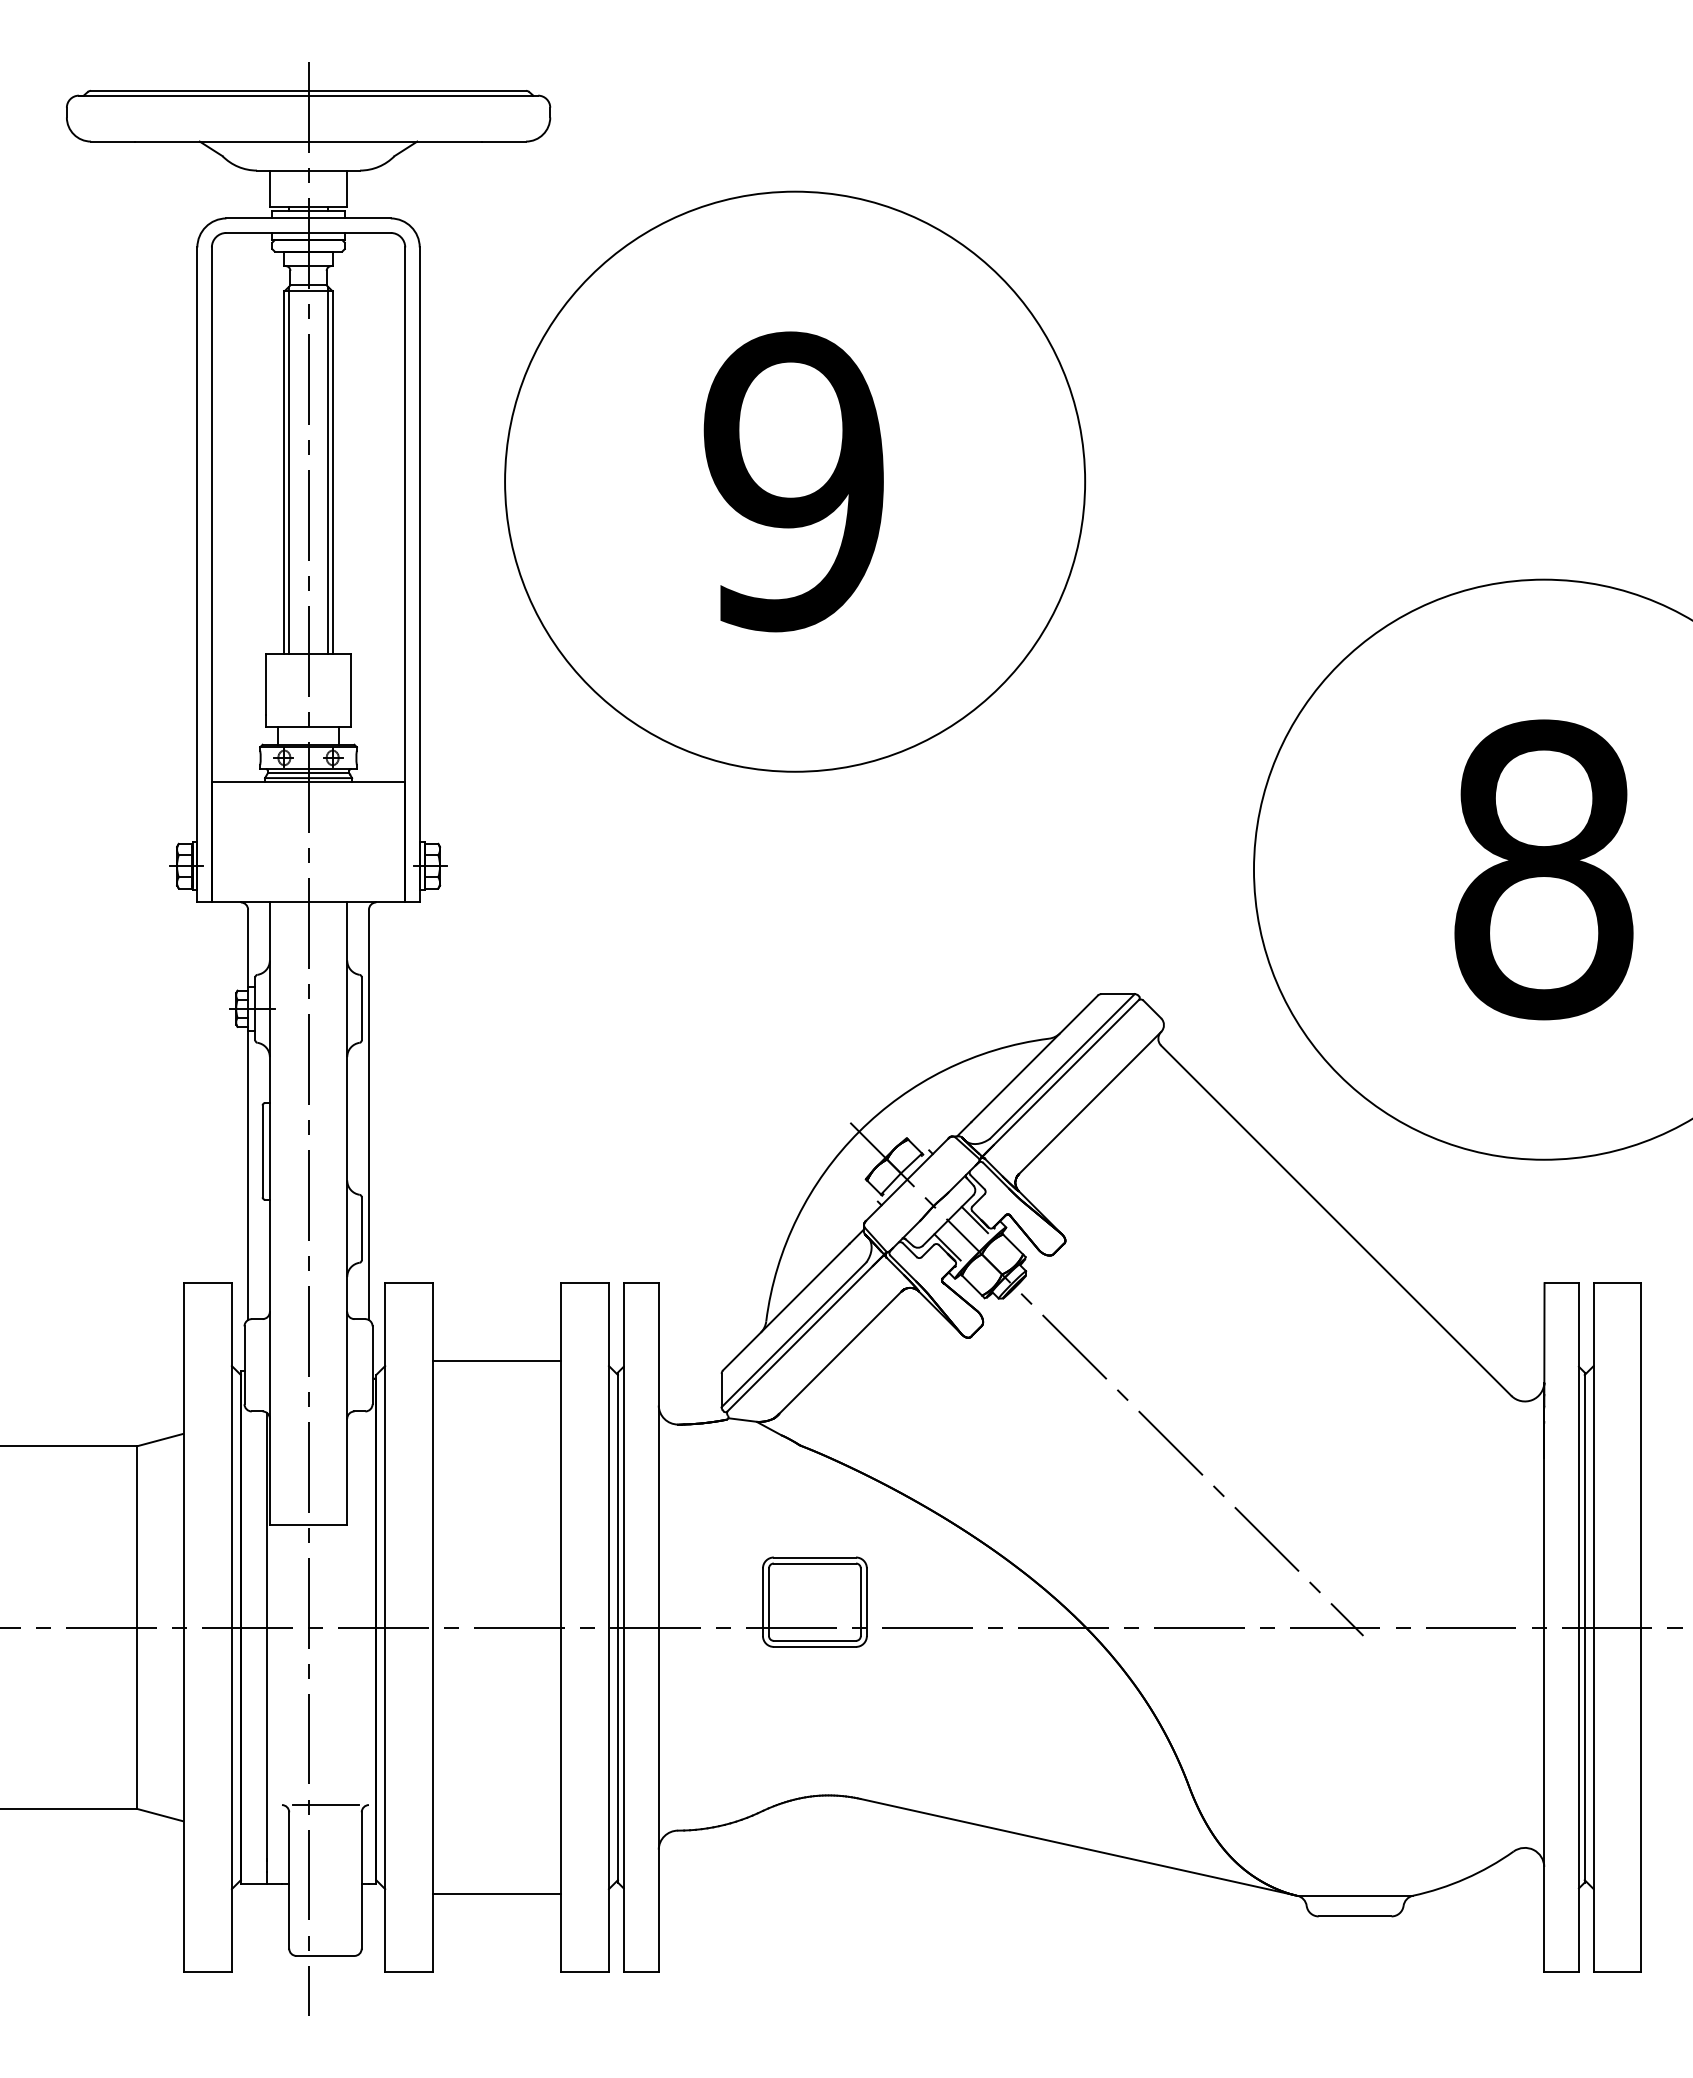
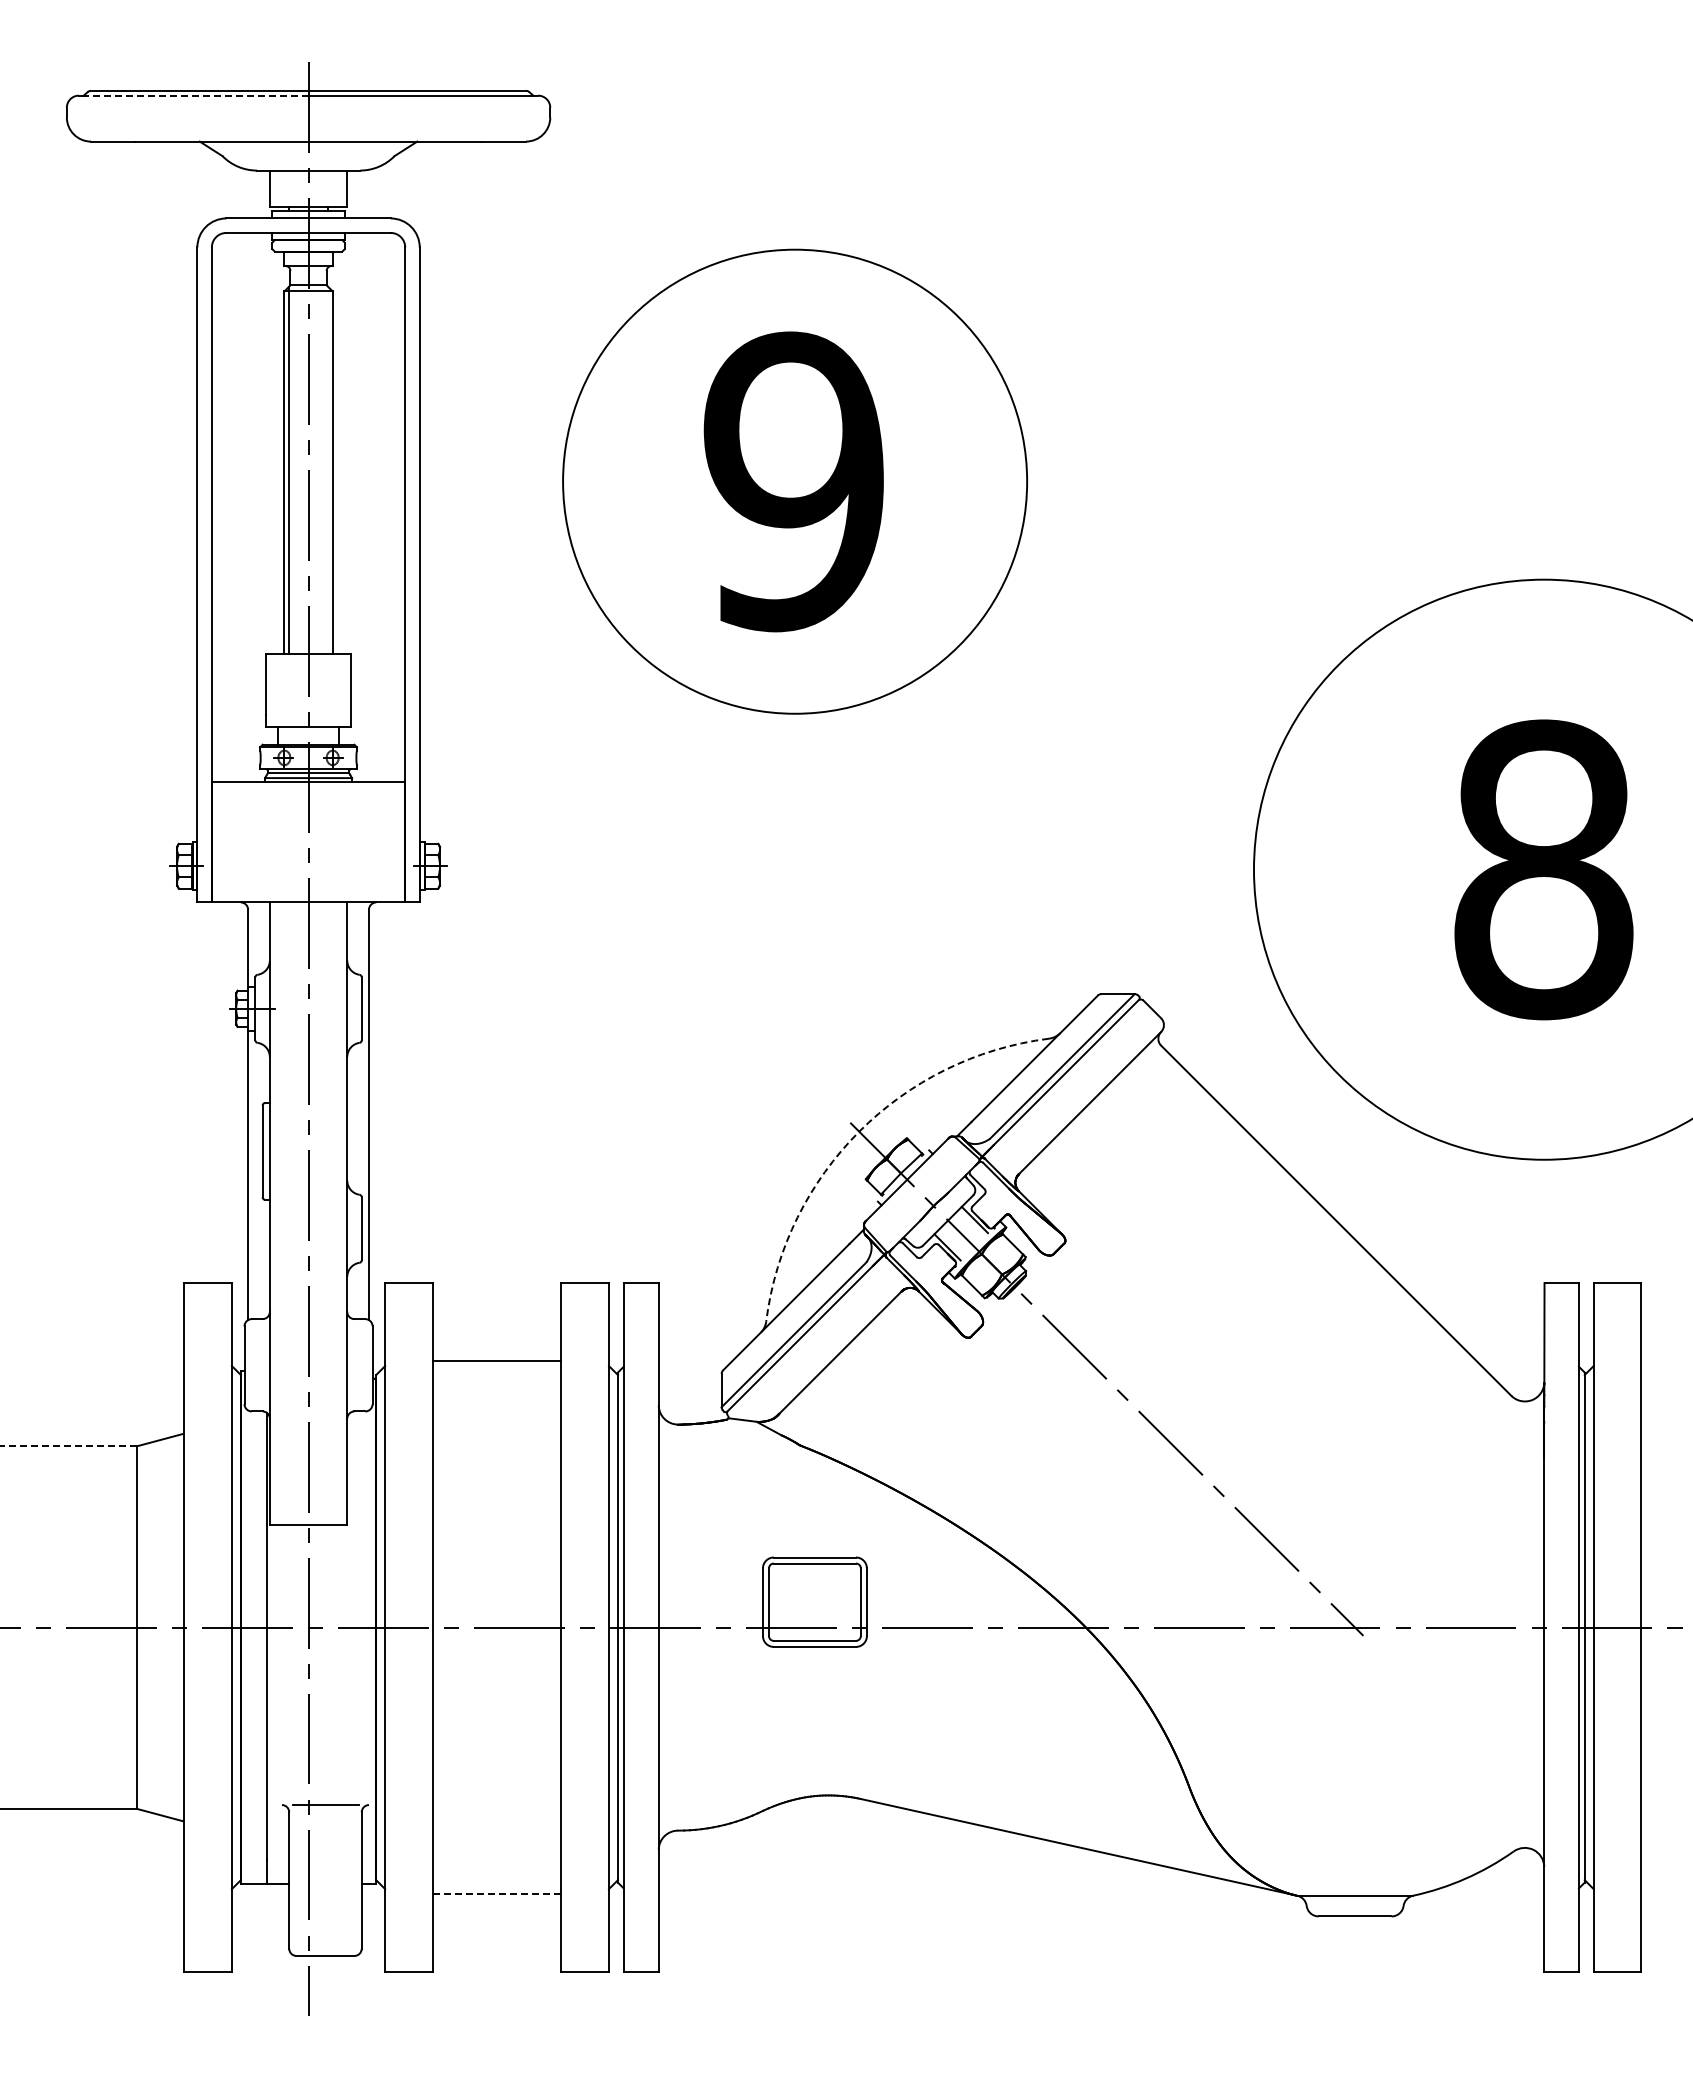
line at (193, 95): solid -> dashed
line at (327, 470): present -> none
circle at (795, 481) diameter: 580 px -> 464 px
arc at (859, 1131): solid -> dashed
line at (67, 1446): solid -> dashed
line at (497, 1894): solid -> dashed
